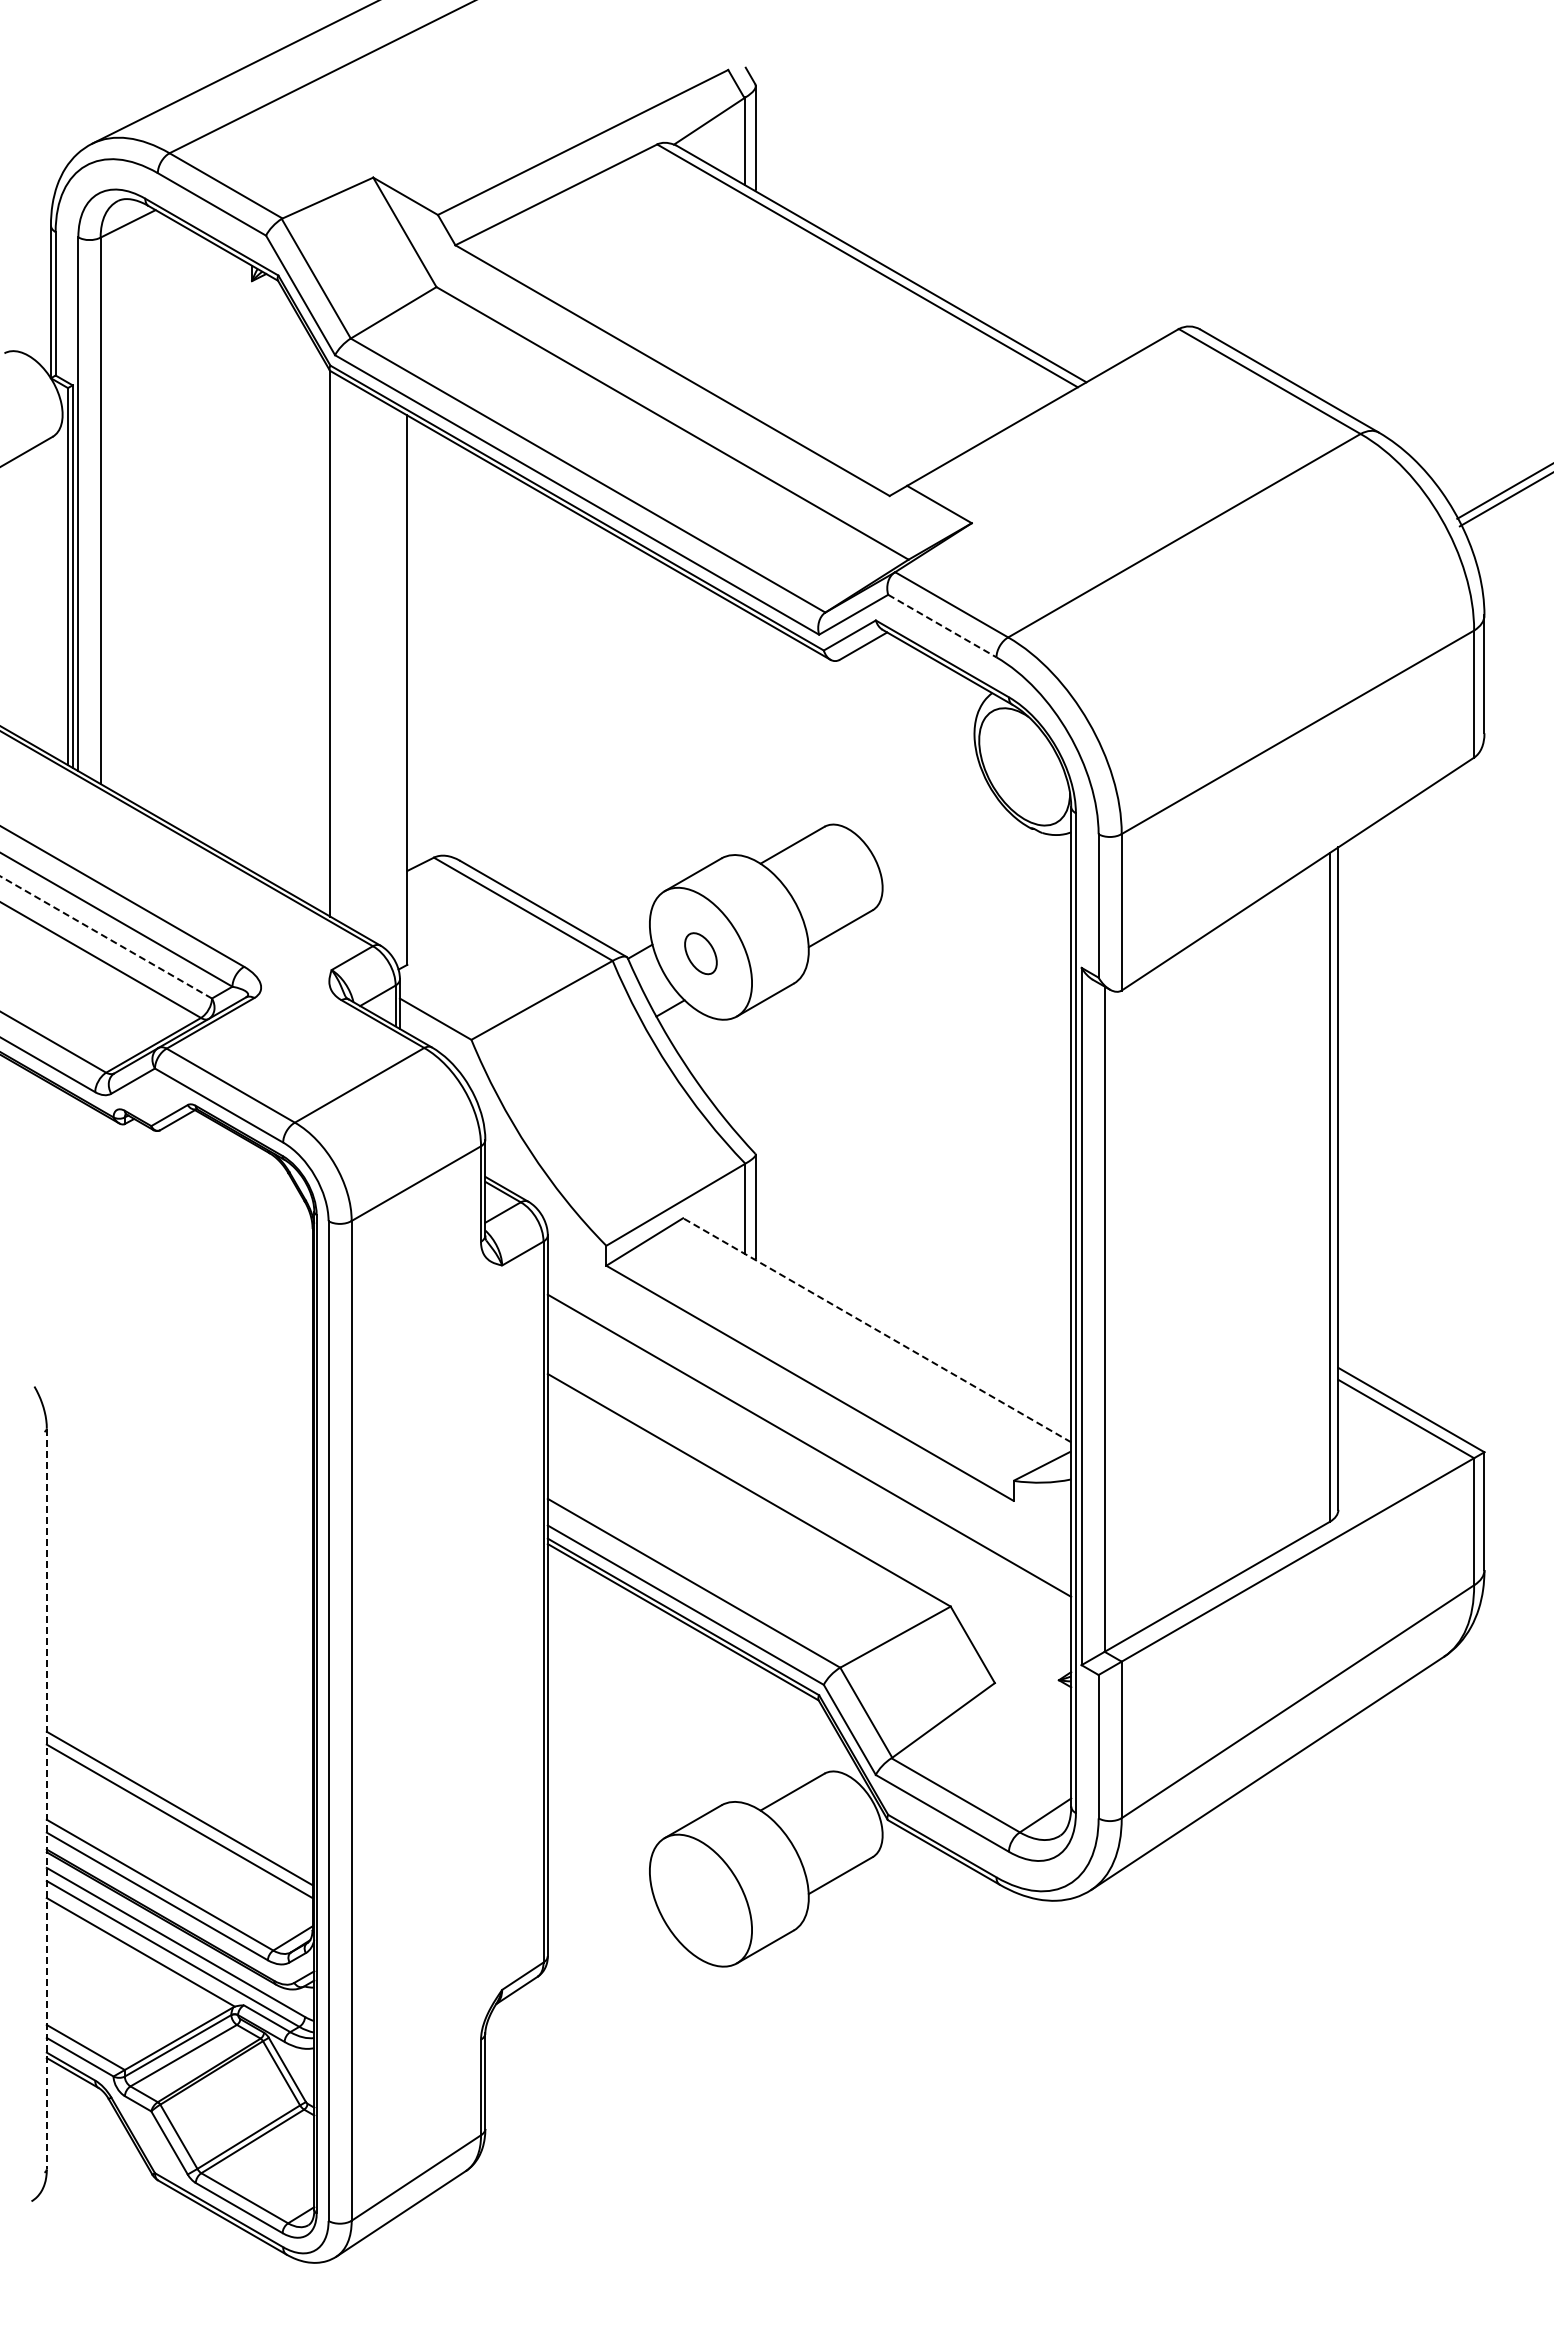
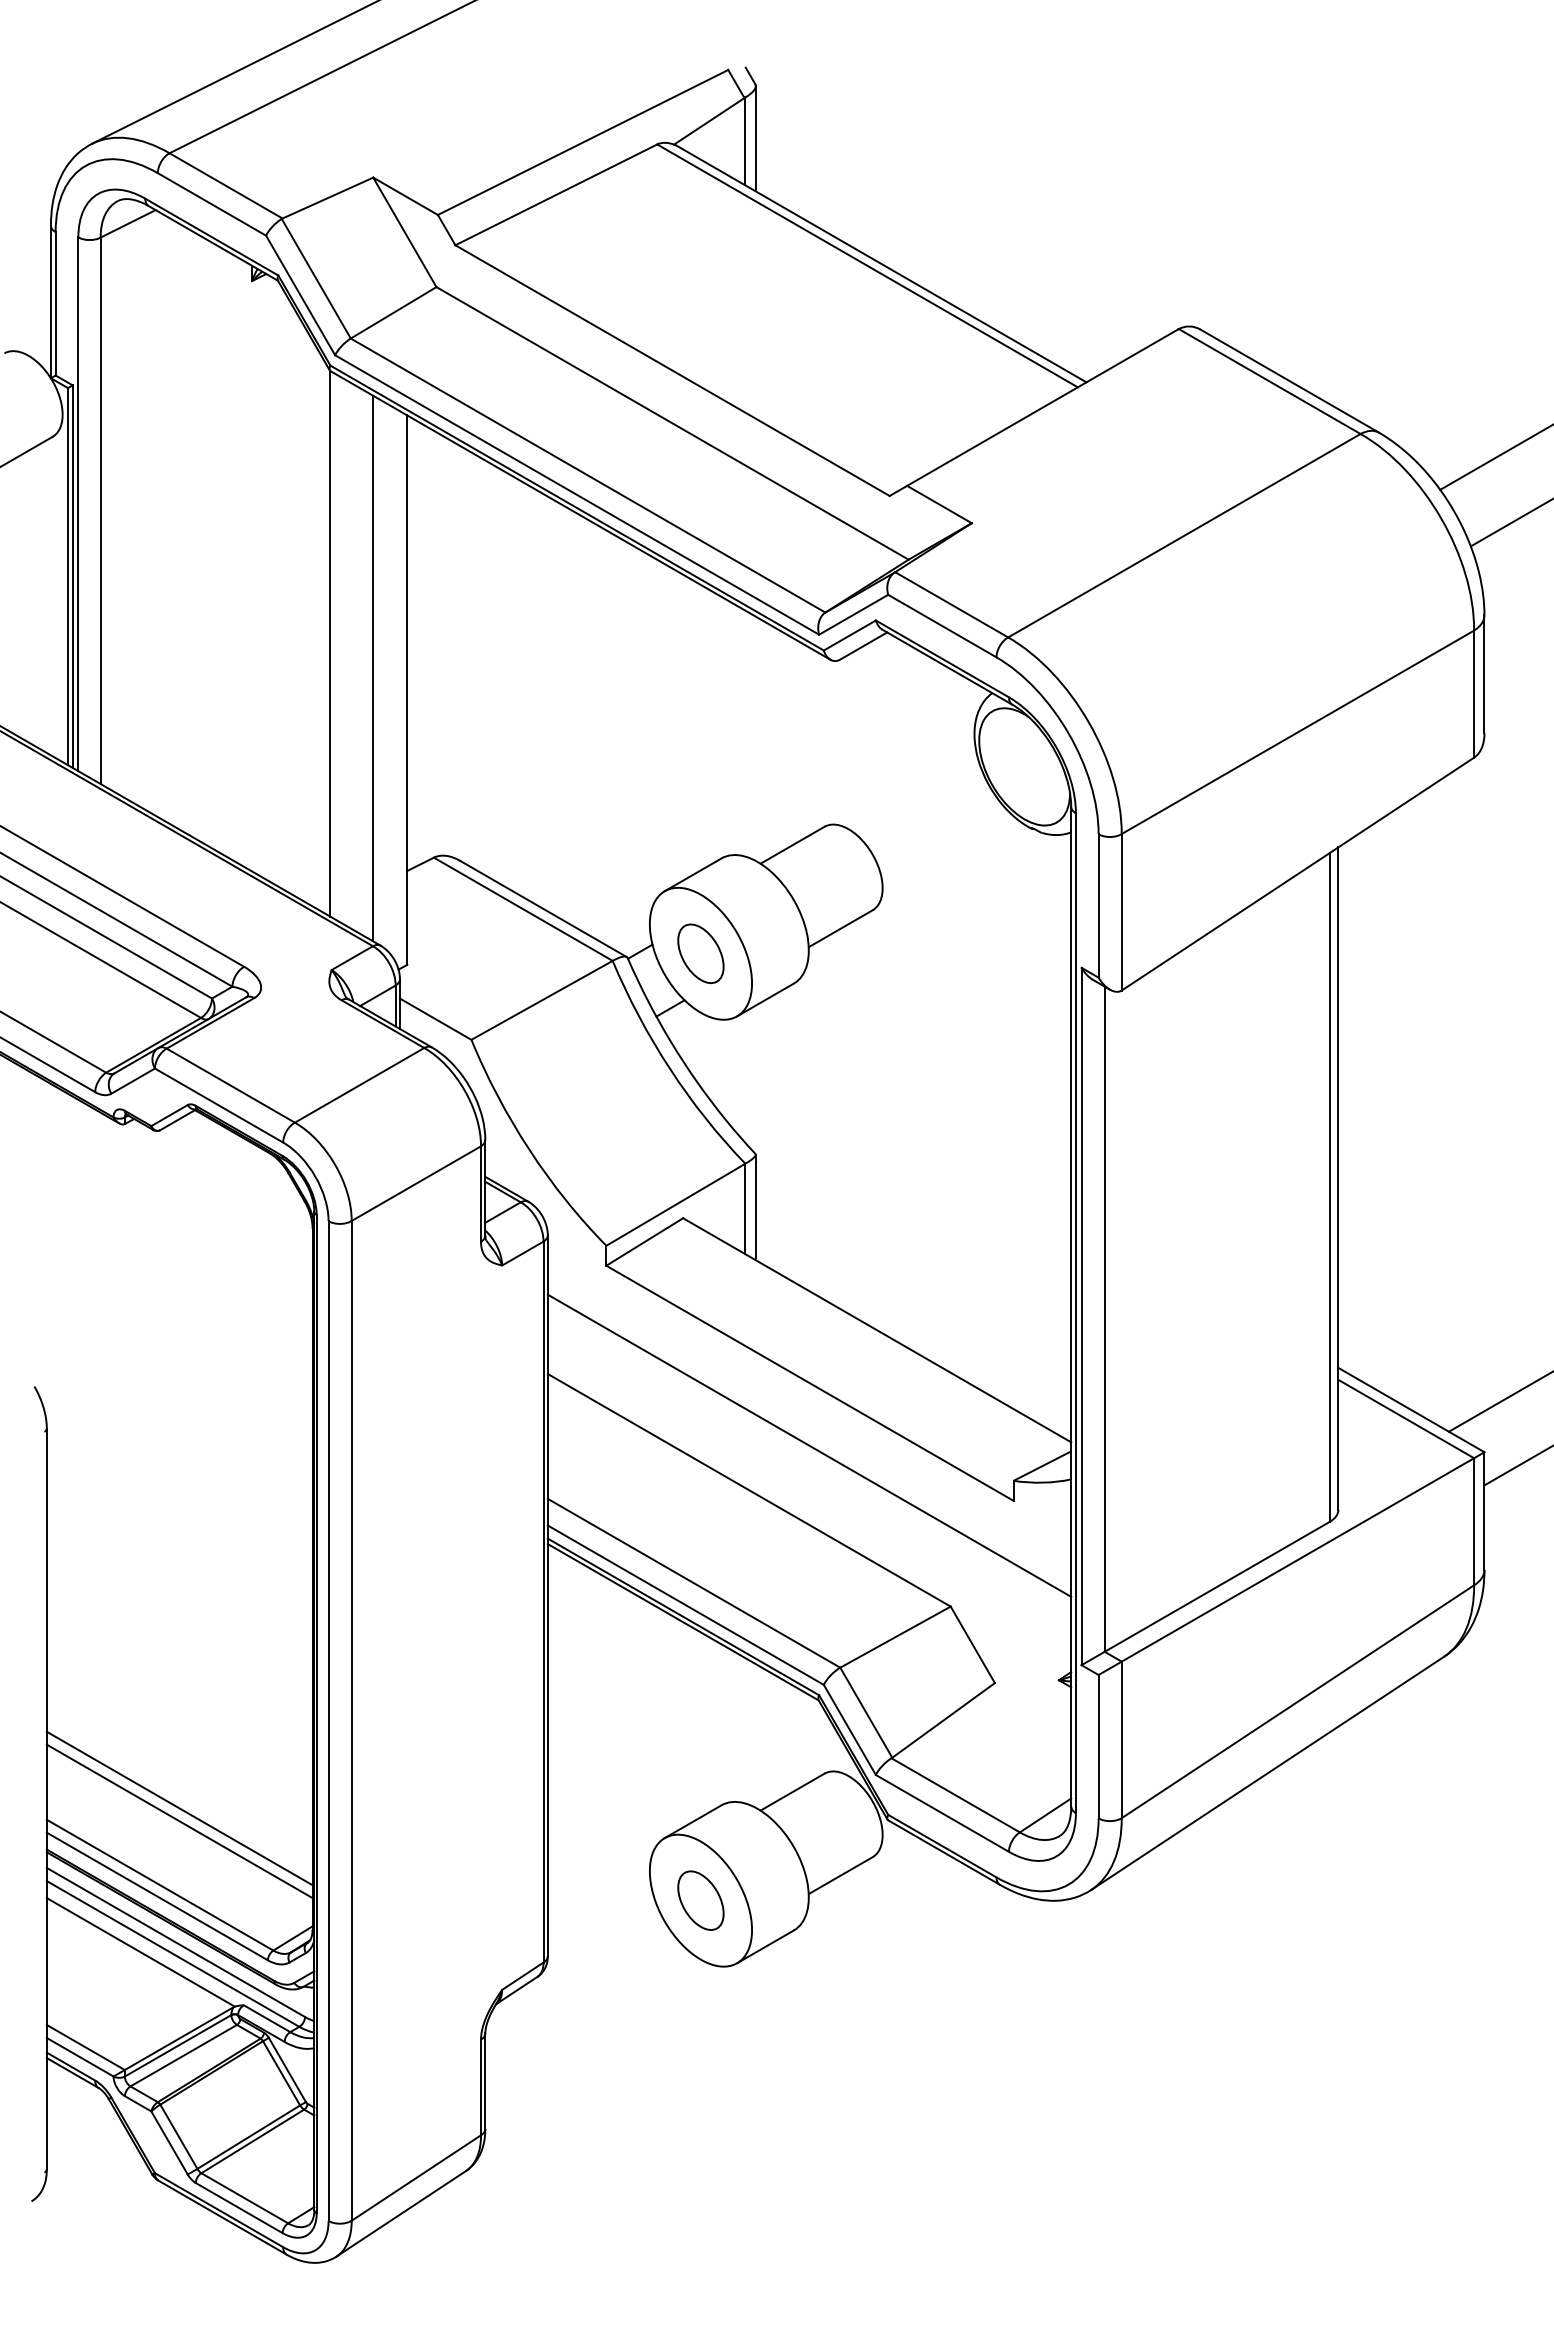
line at (1503, 491) position: (1503, 491) -> (1495, 457)
line at (1504, 499) position: (1504, 499) -> (1510, 523)
line at (942, 626): dashed -> solid
line at (373, 668): none -> present
line at (105, 937): dashed -> solid
part at (700, 953) size: 34x44 px -> 48x61 px
line at (876, 1330): dashed -> solid
line at (1499, 1402): none -> present
line at (1517, 1466): none -> present
line at (46, 1799): dashed -> solid
part at (700, 1900): none -> present
